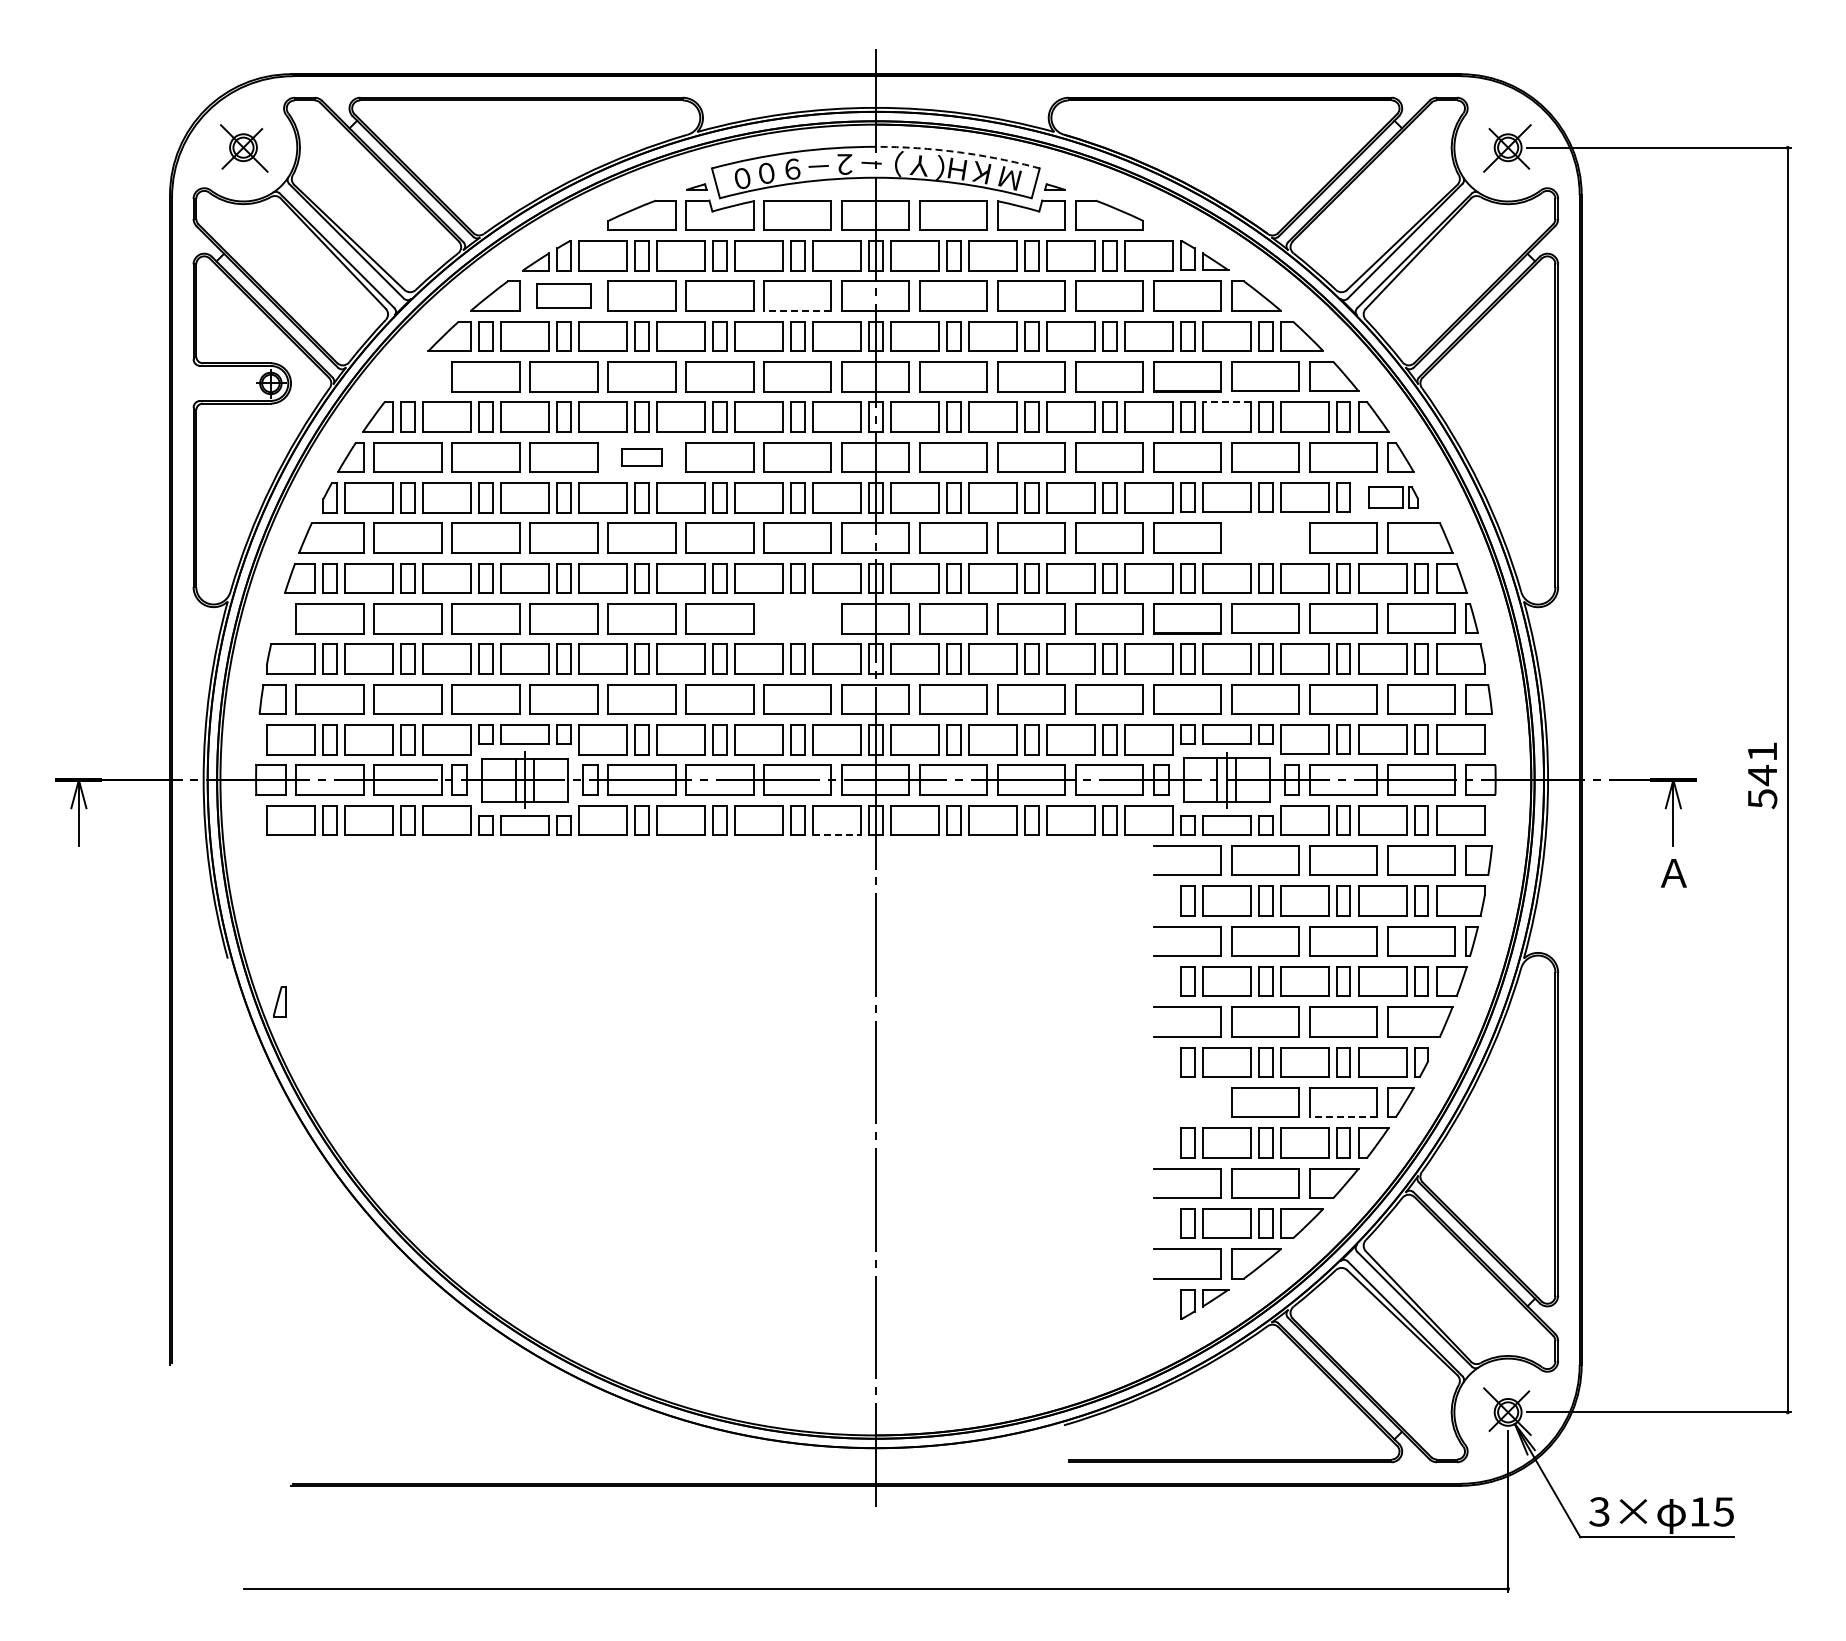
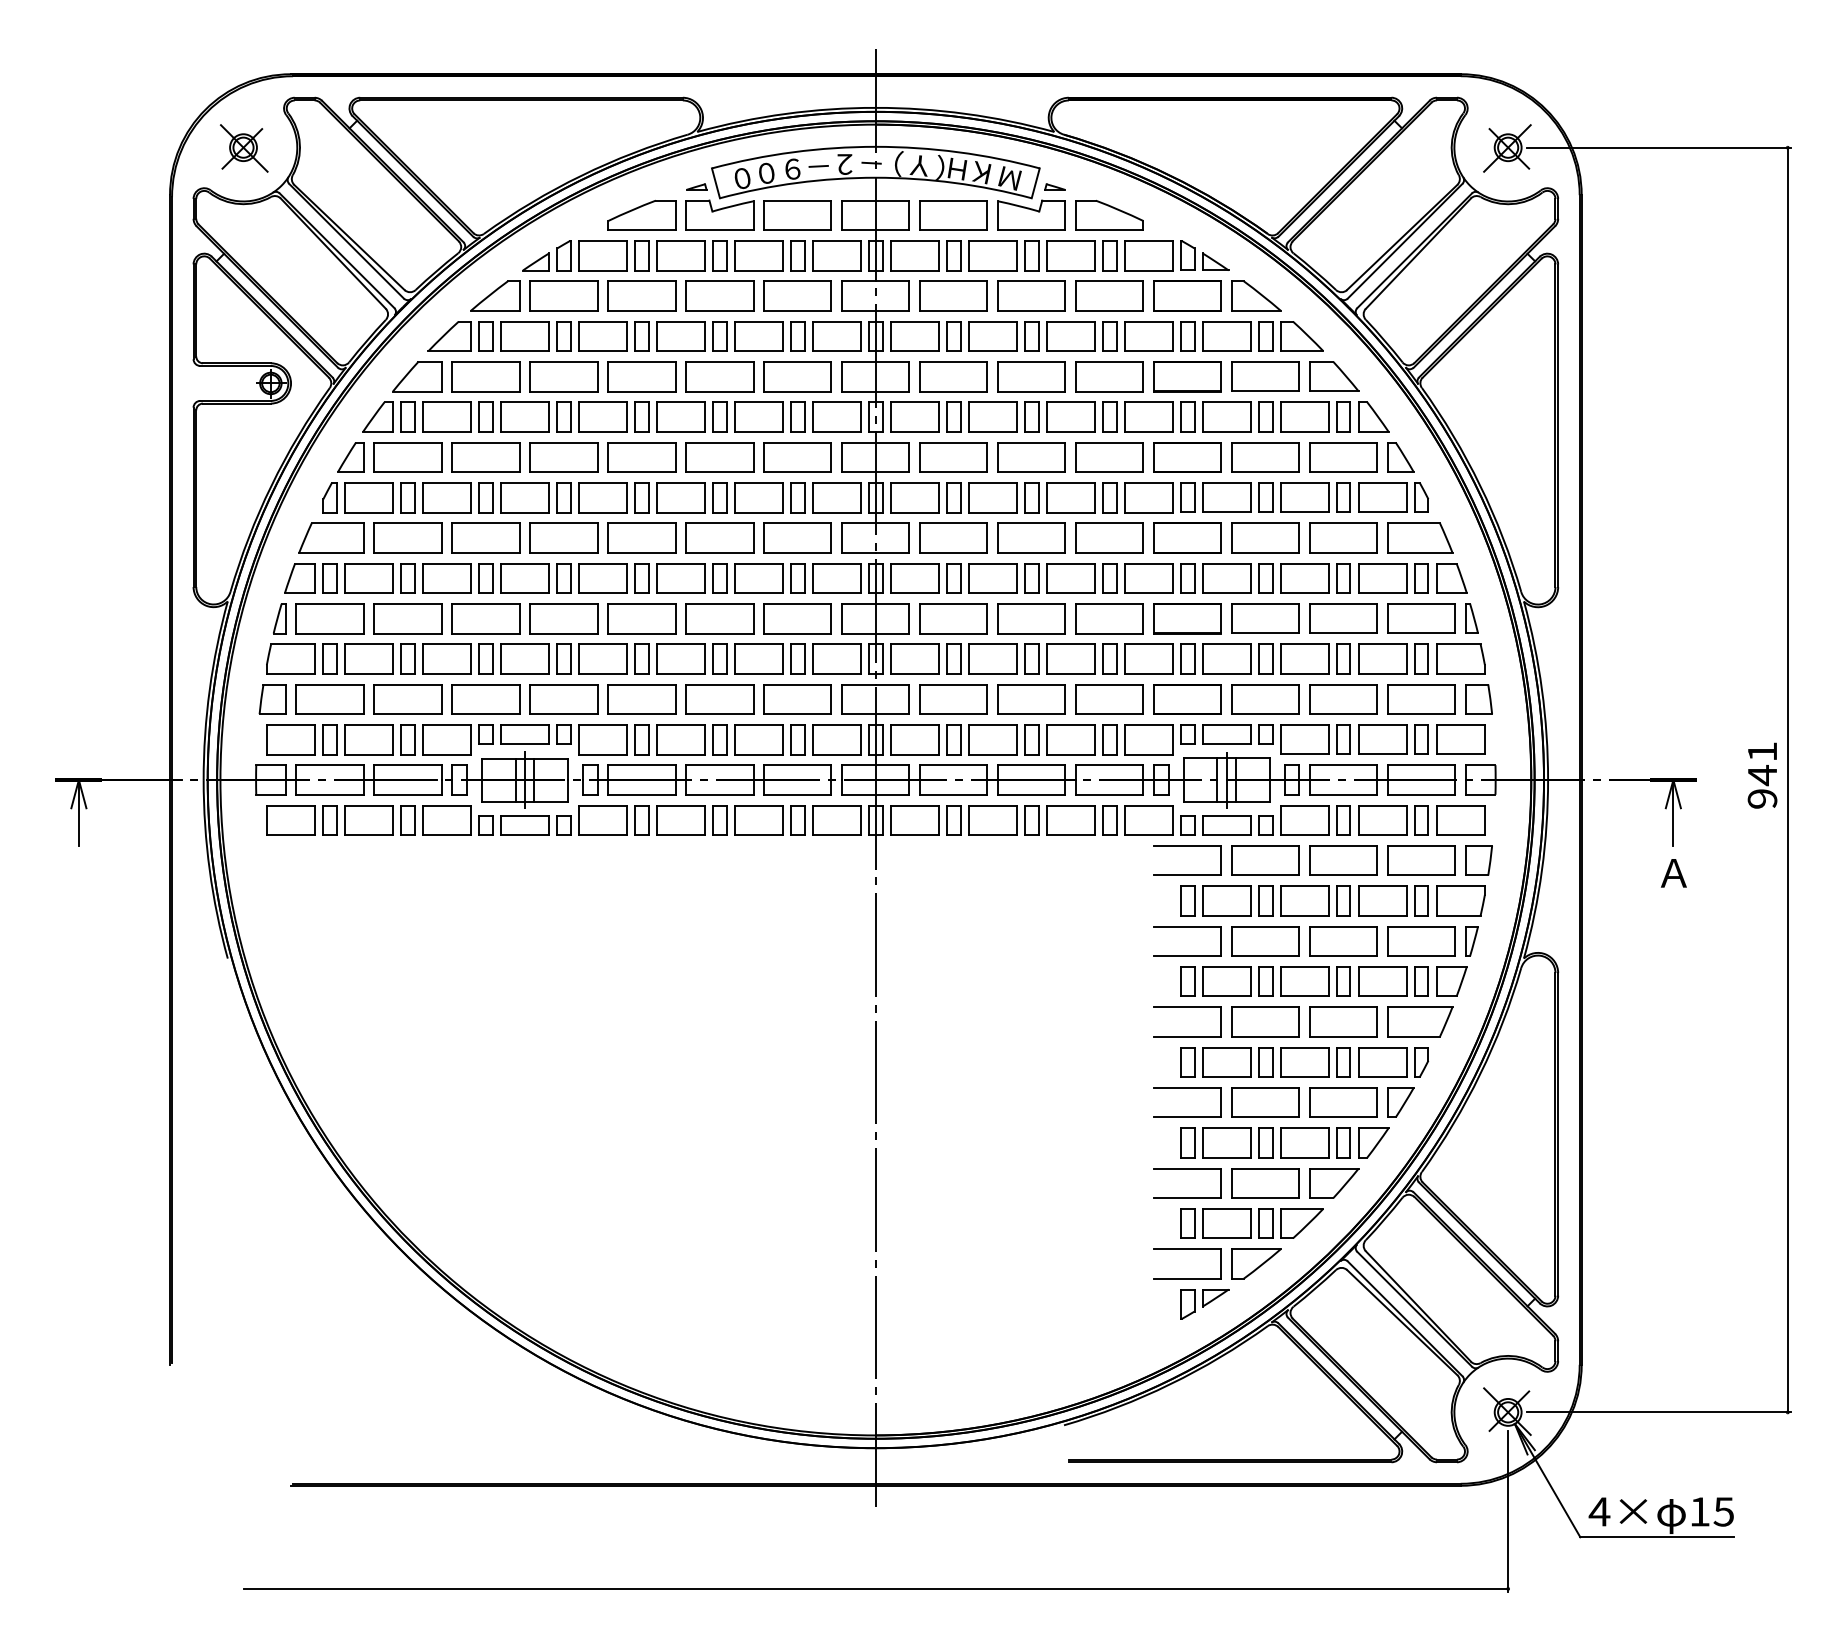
arc at (958, 152): dashed -> solid
part at (563, 295) size: 56x26 px -> 70x32 px
line at (797, 310): dashed -> solid
part at (417, 376): none -> present
line at (1226, 402): dashed -> solid
part at (641, 457) size: 42x19 px -> 70x31 px
part at (1393, 497) size: 51x23 px -> 71x31 px
part at (1265, 537): none -> present
part at (797, 618): none -> present
text at (1762, 799): 541 -> 941
line at (837, 835): dashed -> solid
part at (279, 1001) position: (279, 1001) -> (279, 618)
part at (1187, 1088): none -> present
line at (1343, 1117): dashed -> solid
text at (1599, 1511): 3× -> 4×
